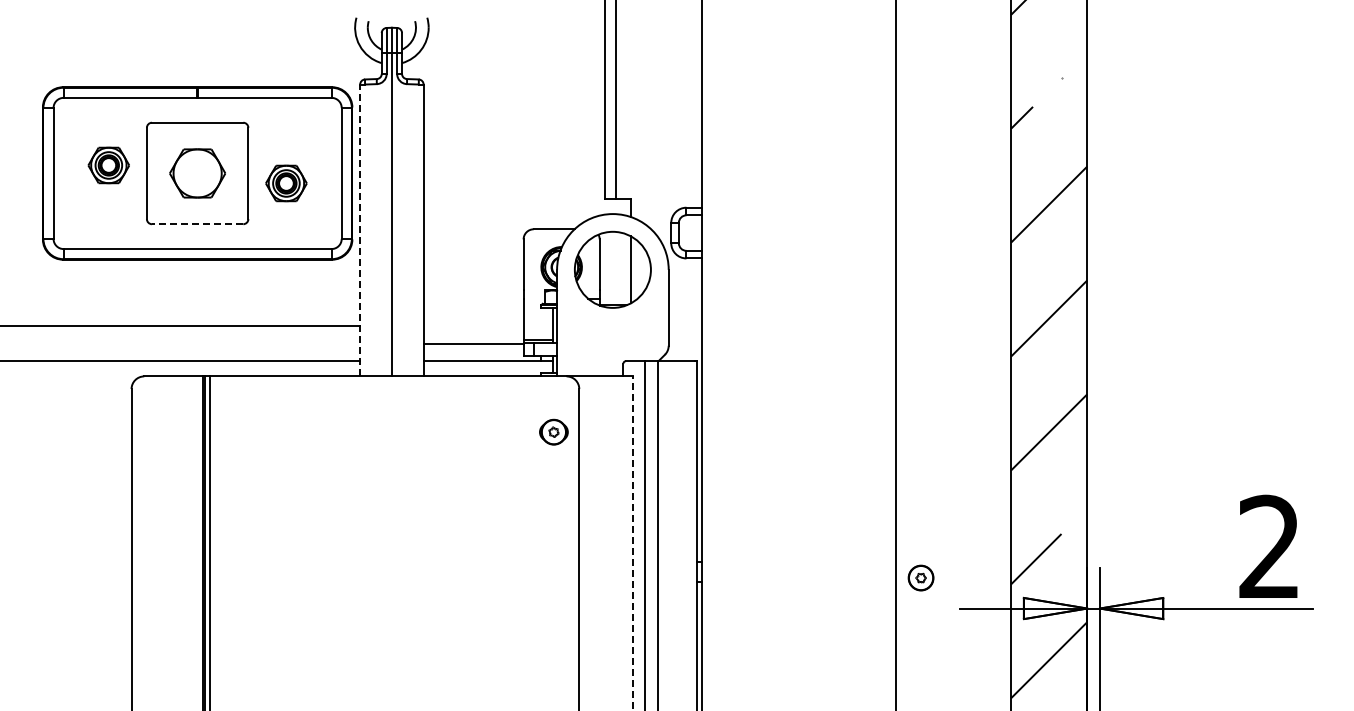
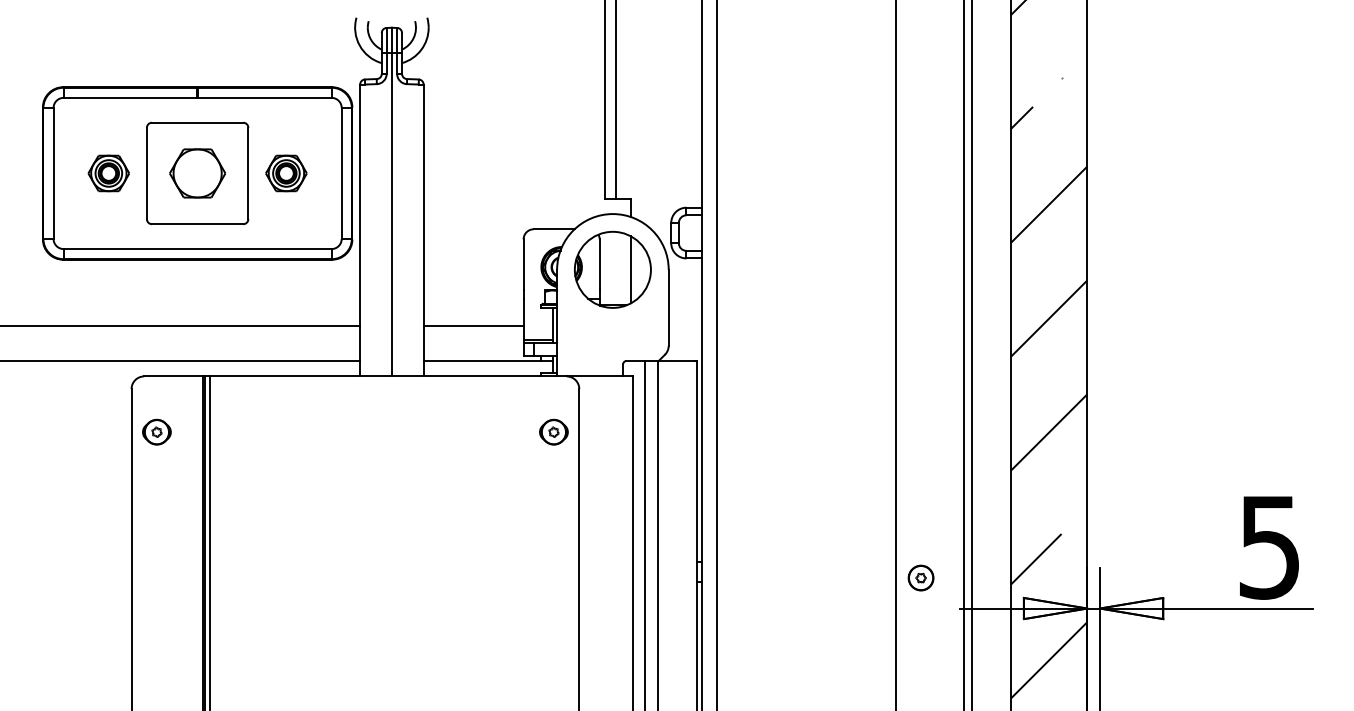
part at (108, 165) position: (108, 165) -> (108, 173)
part at (286, 183) position: (286, 183) -> (286, 173)
line at (197, 224): dashed -> solid
line at (360, 230): dashed -> solid
line at (473, 343) position: (473, 343) -> (473, 325)
line at (716, 354): none -> present
line at (964, 354): none -> present
line at (971, 354): none -> present
part at (156, 431): none -> present
line at (633, 543): dashed -> solid
text at (1268, 546): 2 -> 5
